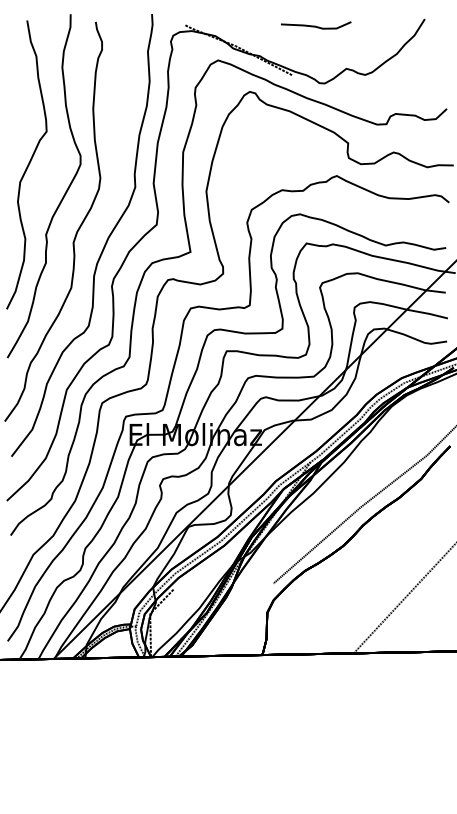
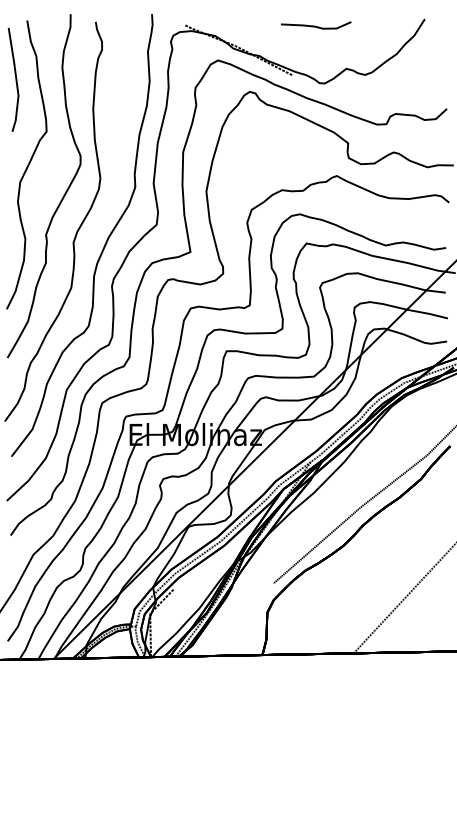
part at (13, 79): none -> present
